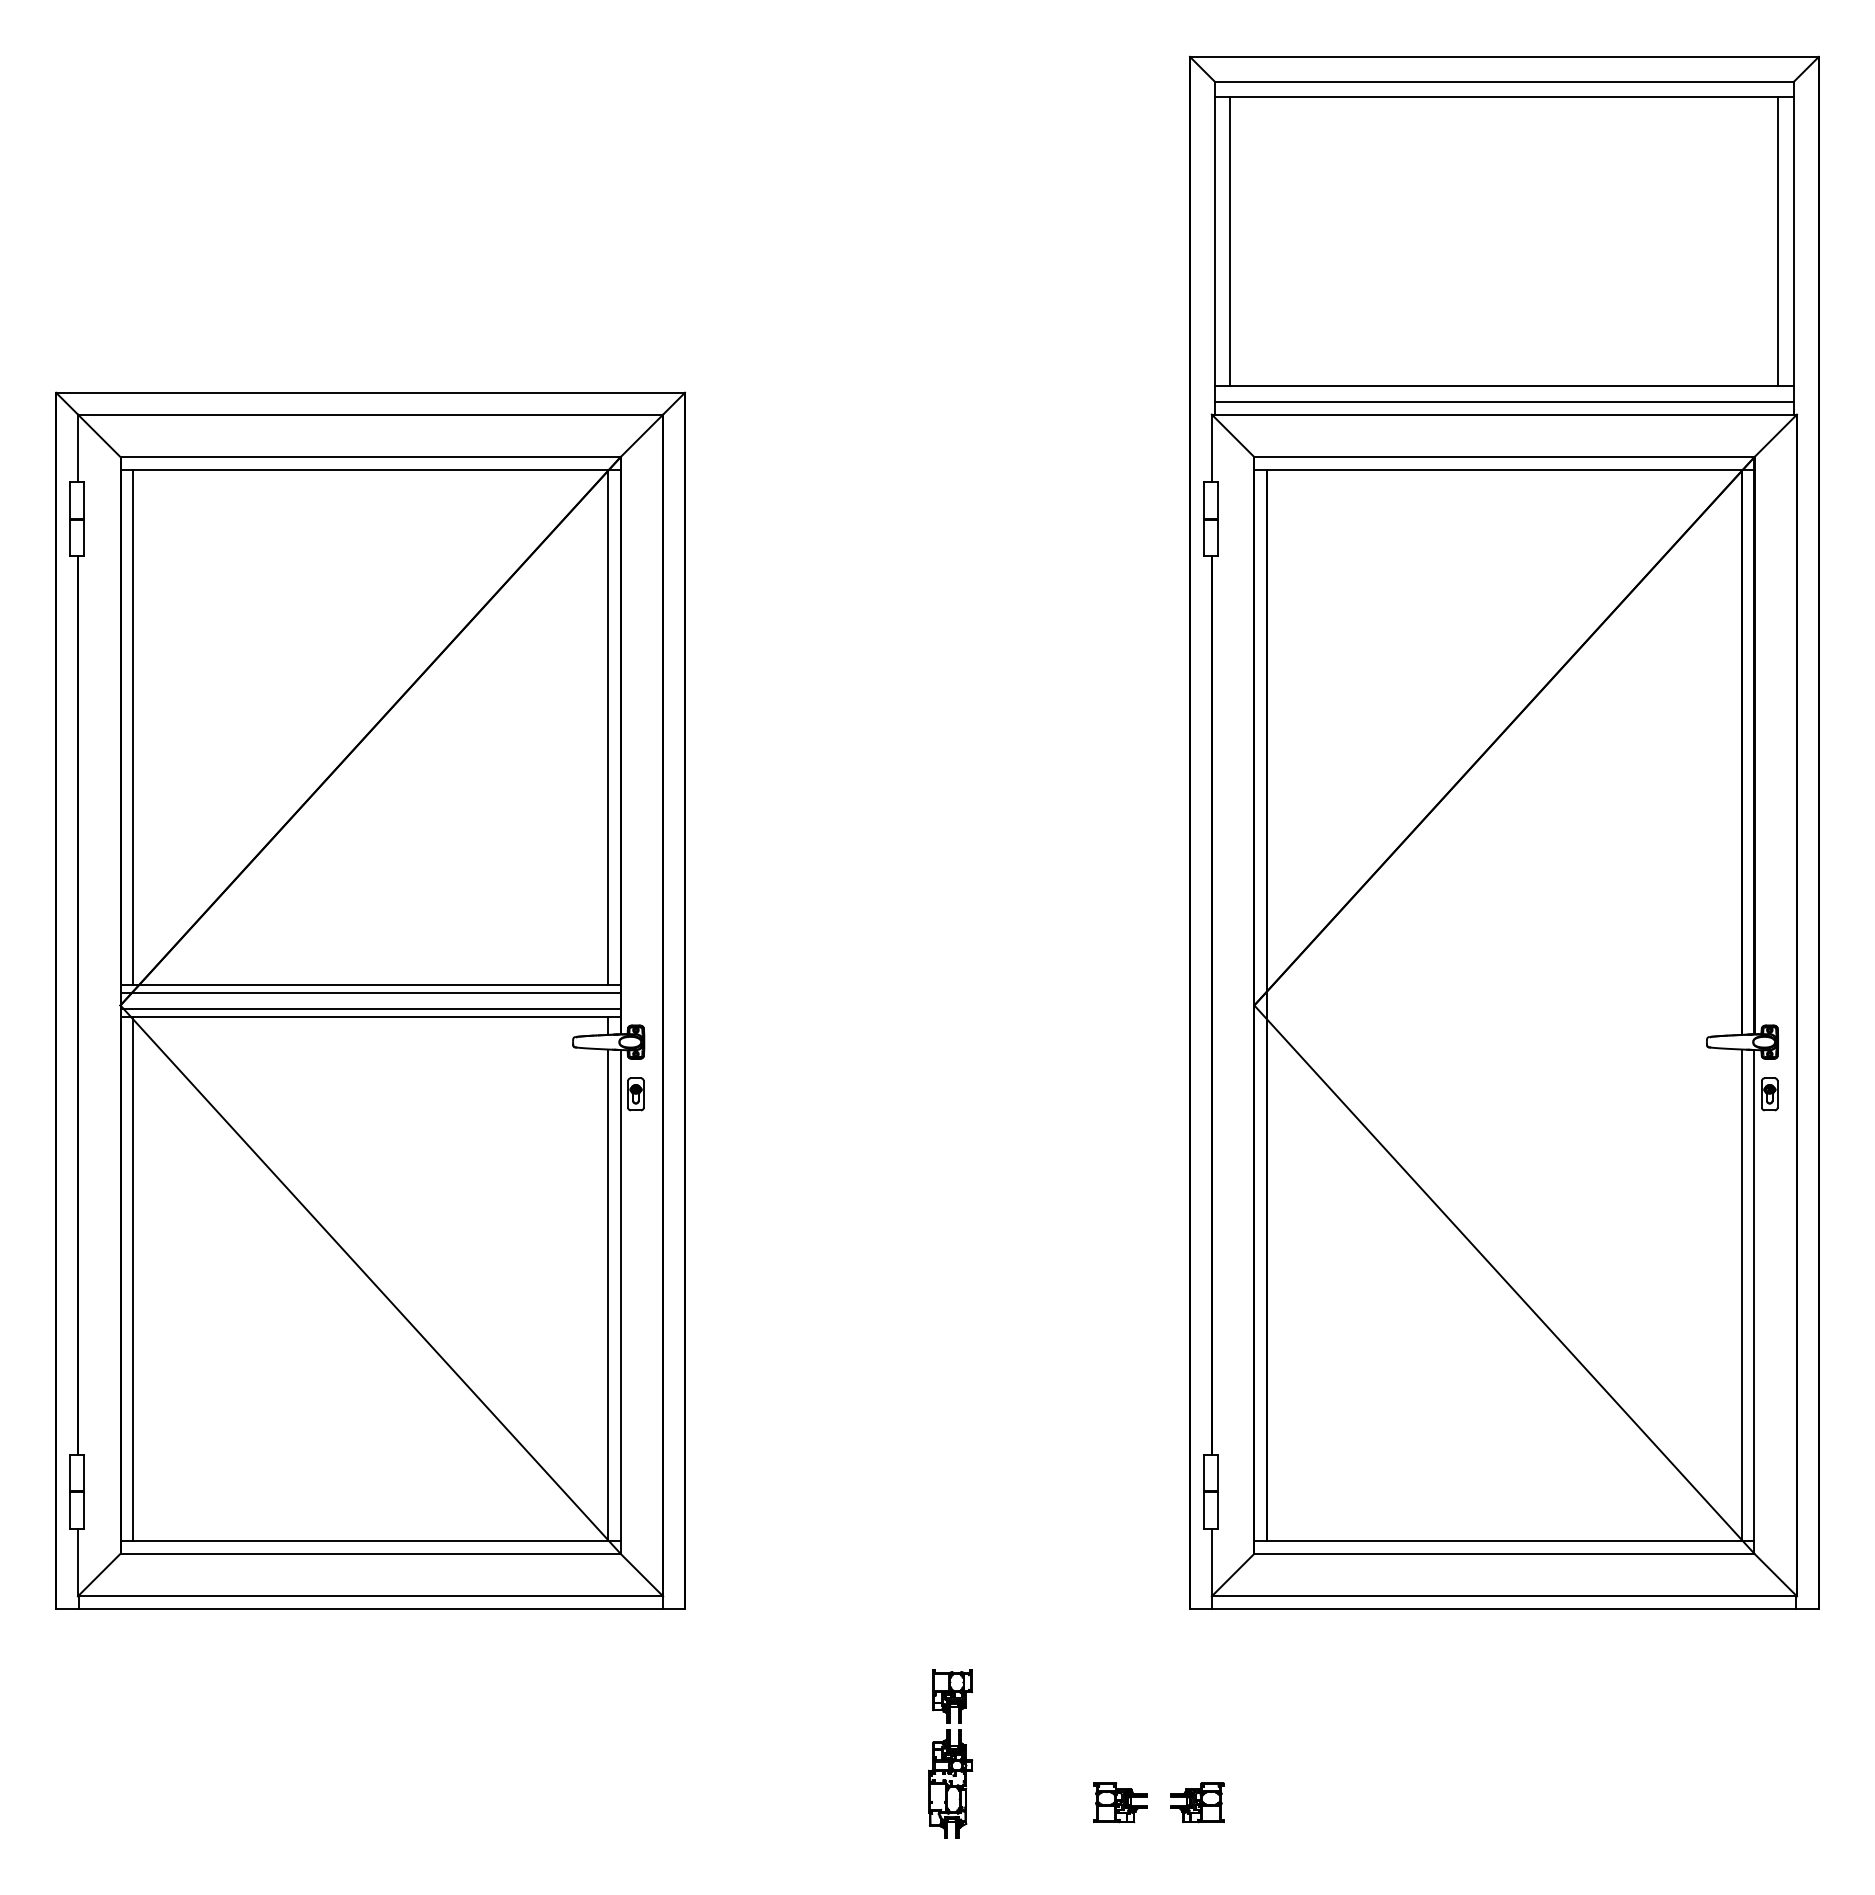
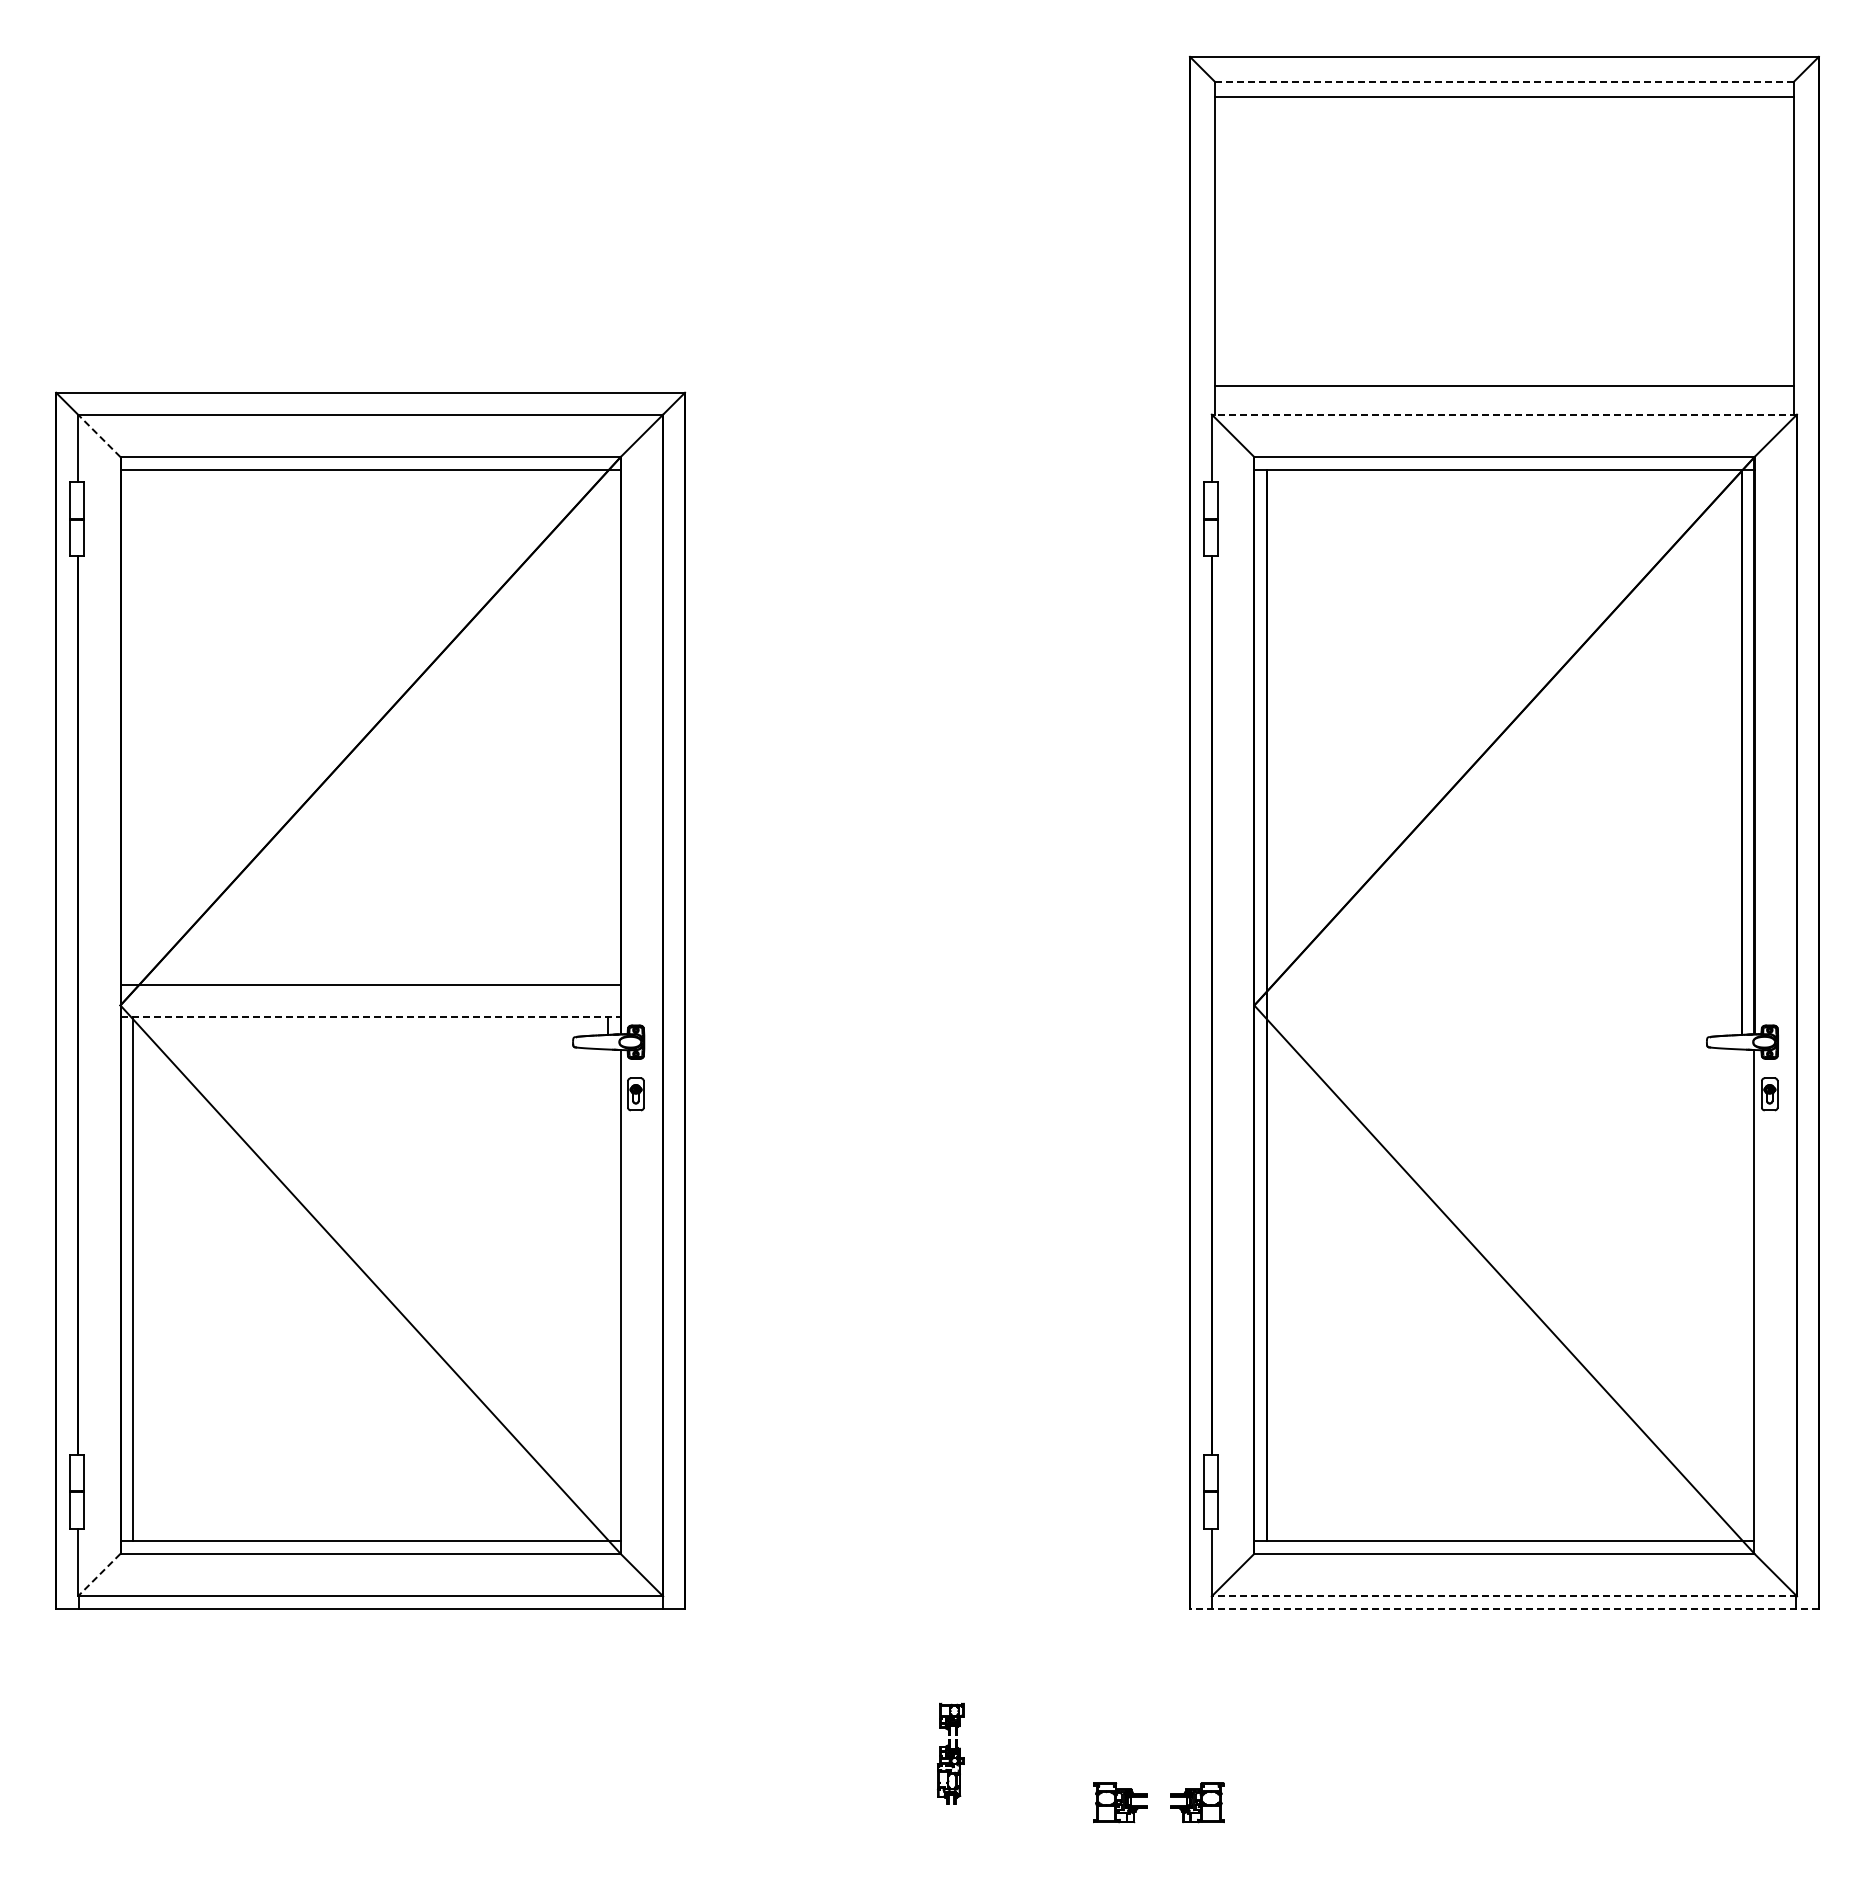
line at (1503, 82): solid -> dashed
line at (1230, 241): present -> none
line at (1778, 241): present -> none
line at (1504, 401): present -> none
line at (1504, 414): solid -> dashed
line at (98, 435): solid -> dashed
line at (133, 726): present -> none
line at (608, 726): present -> none
line at (370, 992): present -> none
line at (370, 1009): present -> none
line at (371, 1017): solid -> dashed
line at (607, 1295): present -> none
line at (1741, 1295): present -> none
line at (98, 1575): solid -> dashed
line at (1504, 1596): solid -> dashed
line at (1503, 1609): solid -> dashed
part at (950, 1753) size: 46x170 px -> 28x103 px
